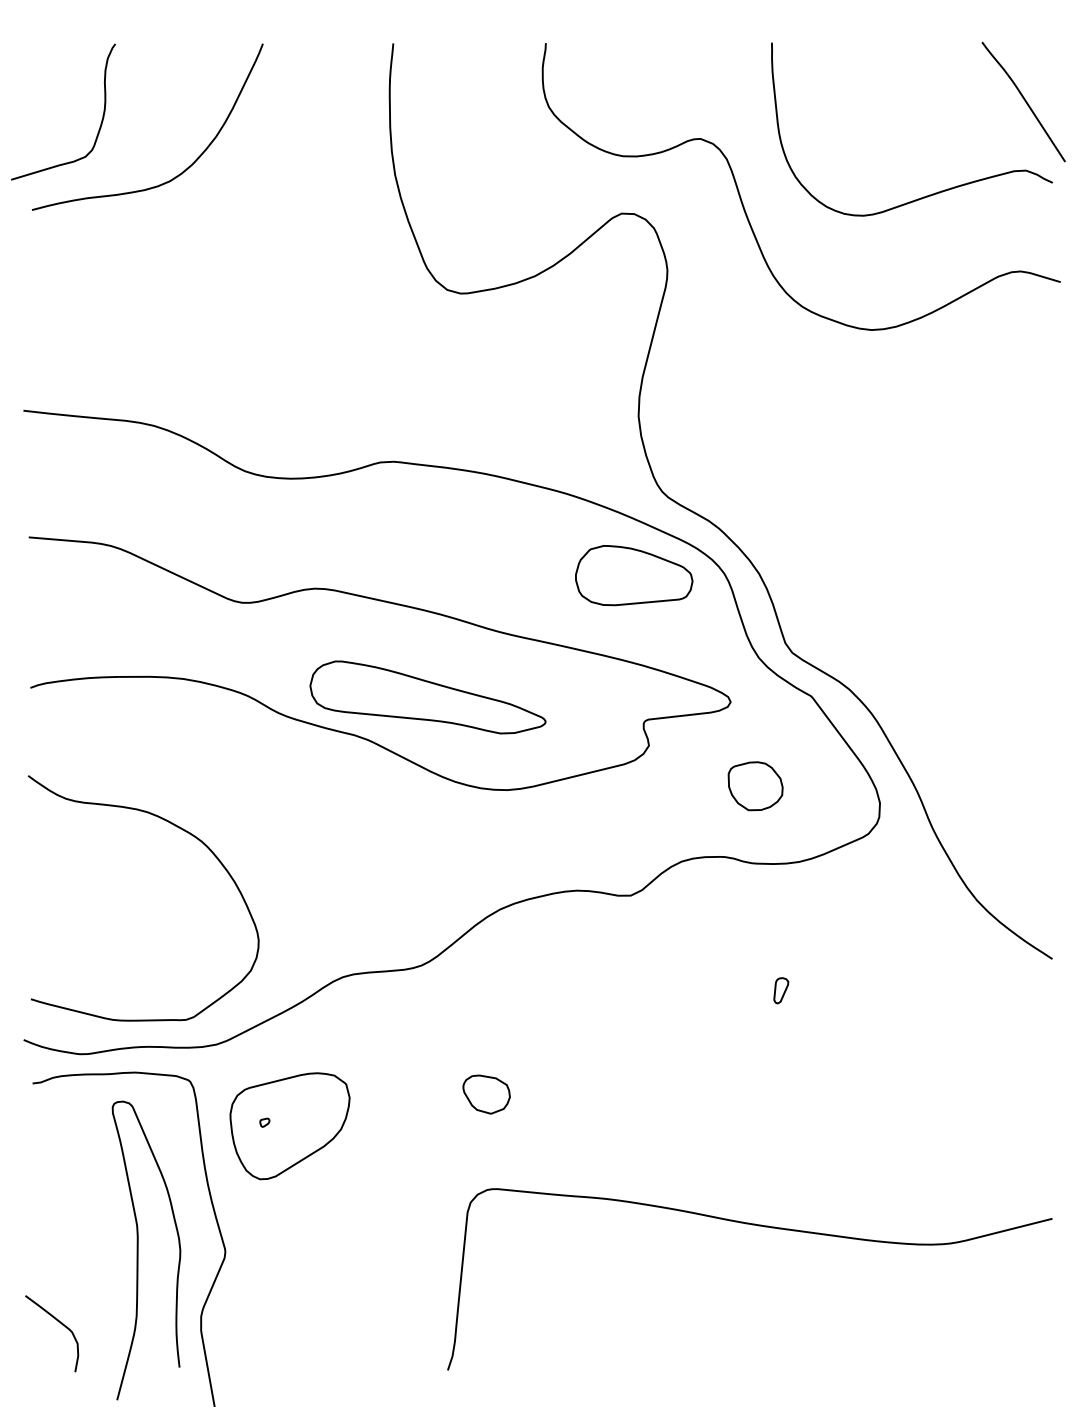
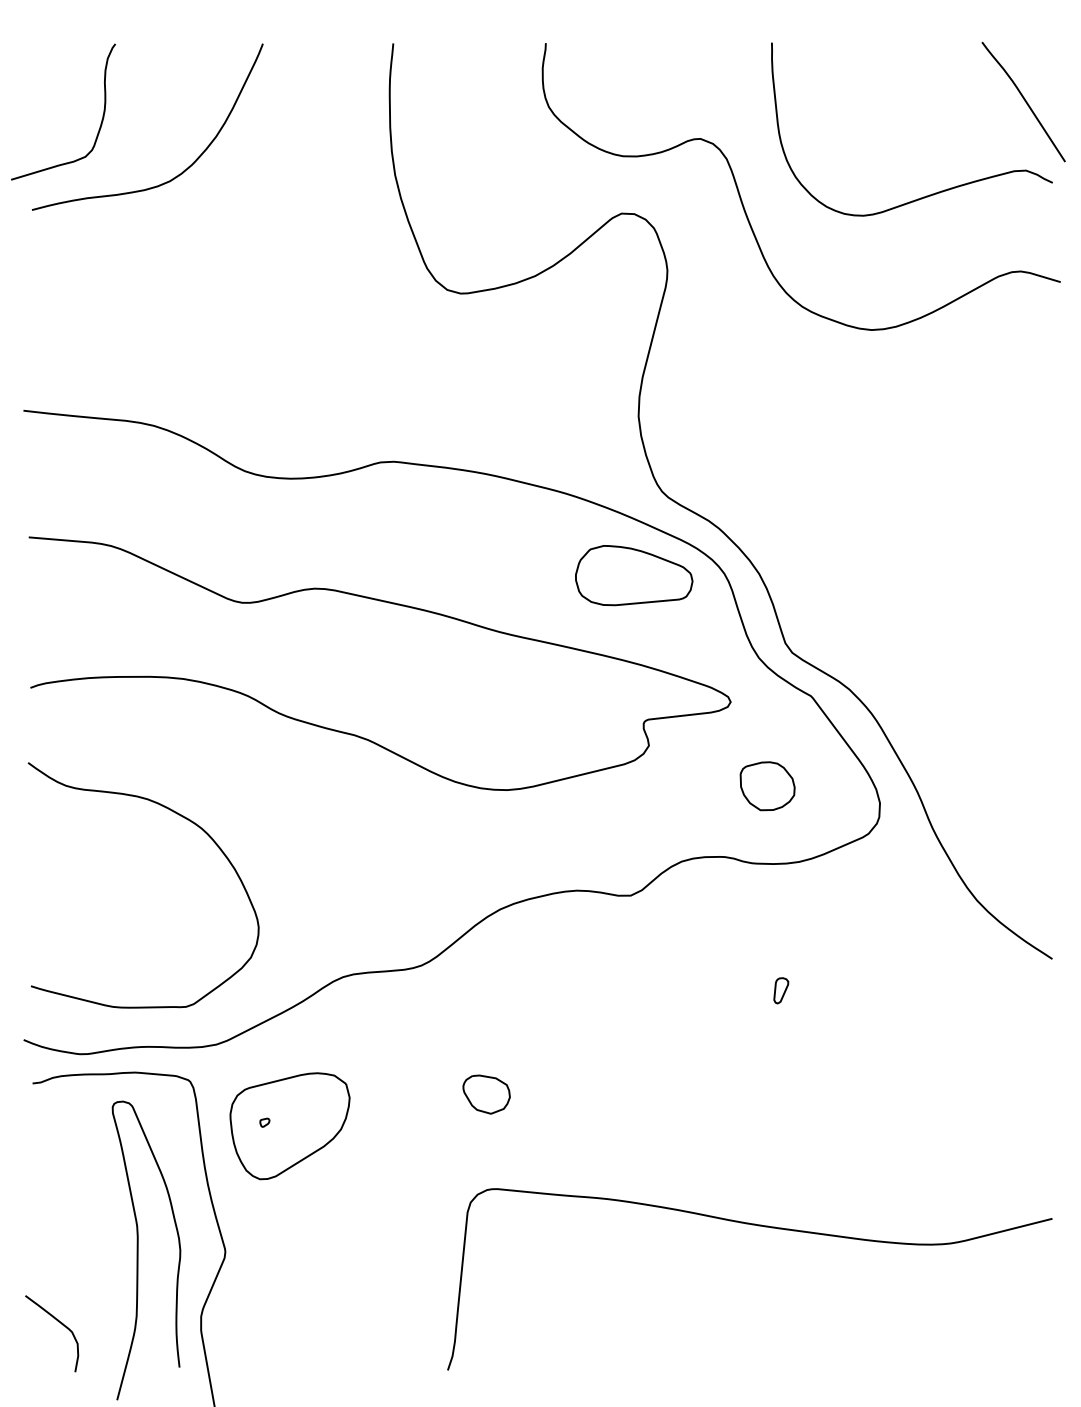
part at (427, 697): present -> none
part at (755, 786) position: (755, 786) -> (767, 786)
curve at (178, 828) position: (178, 828) -> (178, 815)
